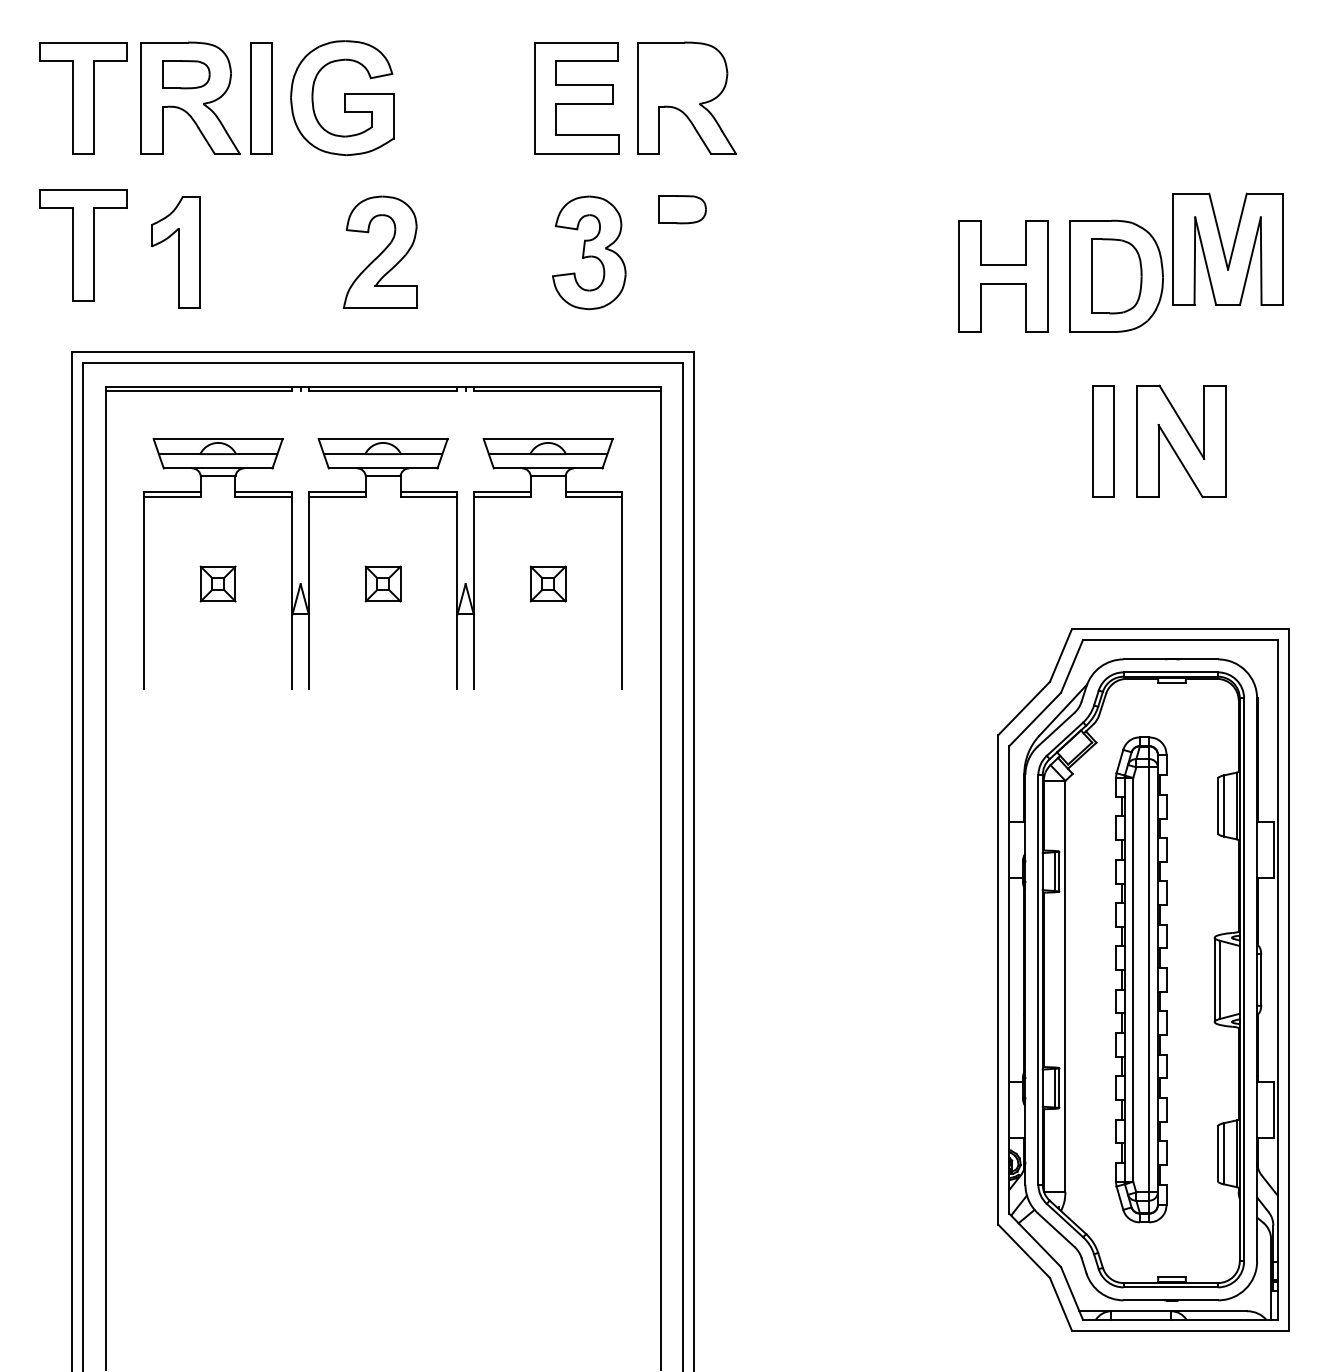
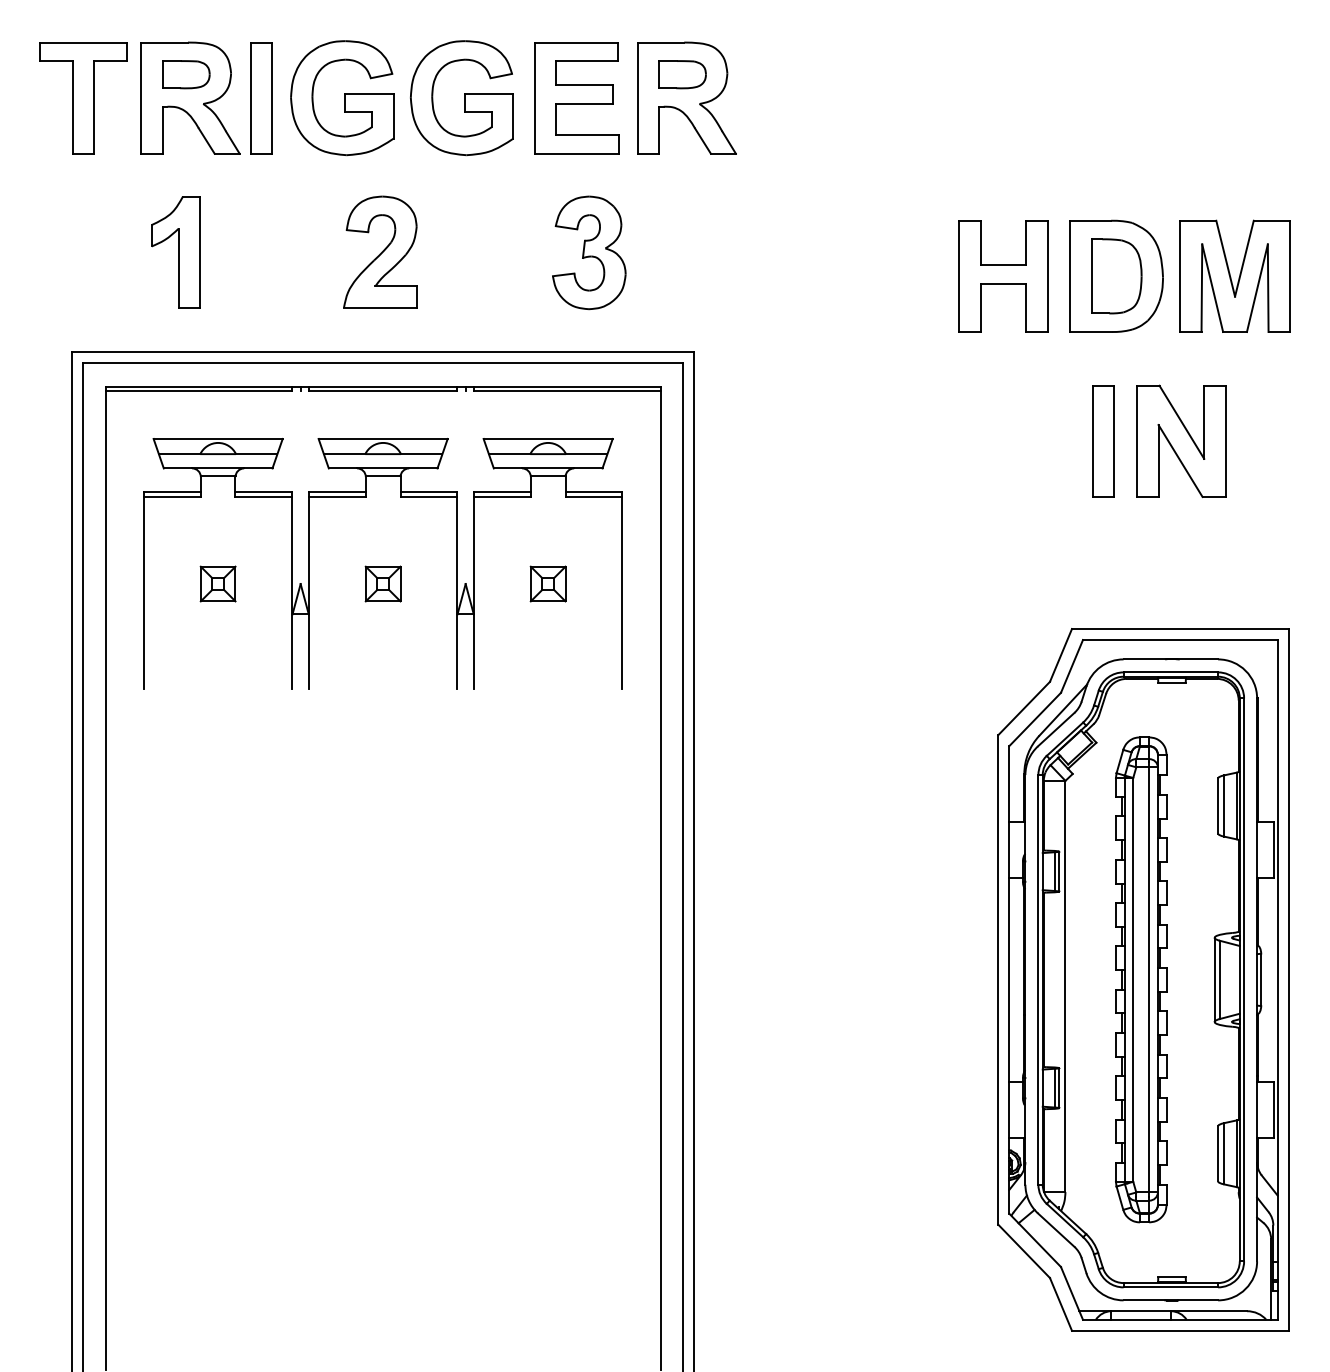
part at (461, 98): none -> present
part at (682, 209) position: (682, 209) -> (682, 74)
part at (83, 245): present -> none
part at (1227, 248) position: (1227, 248) -> (1234, 275)
